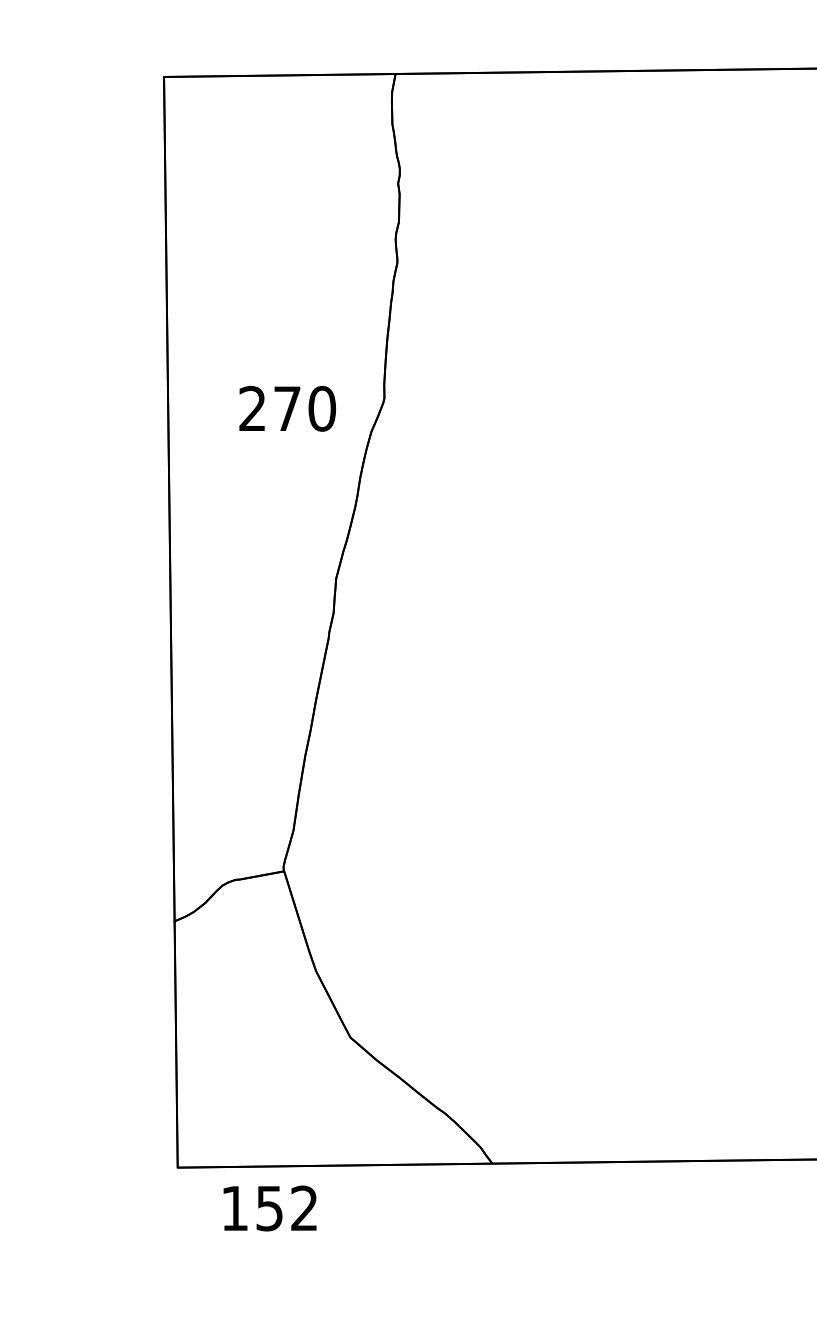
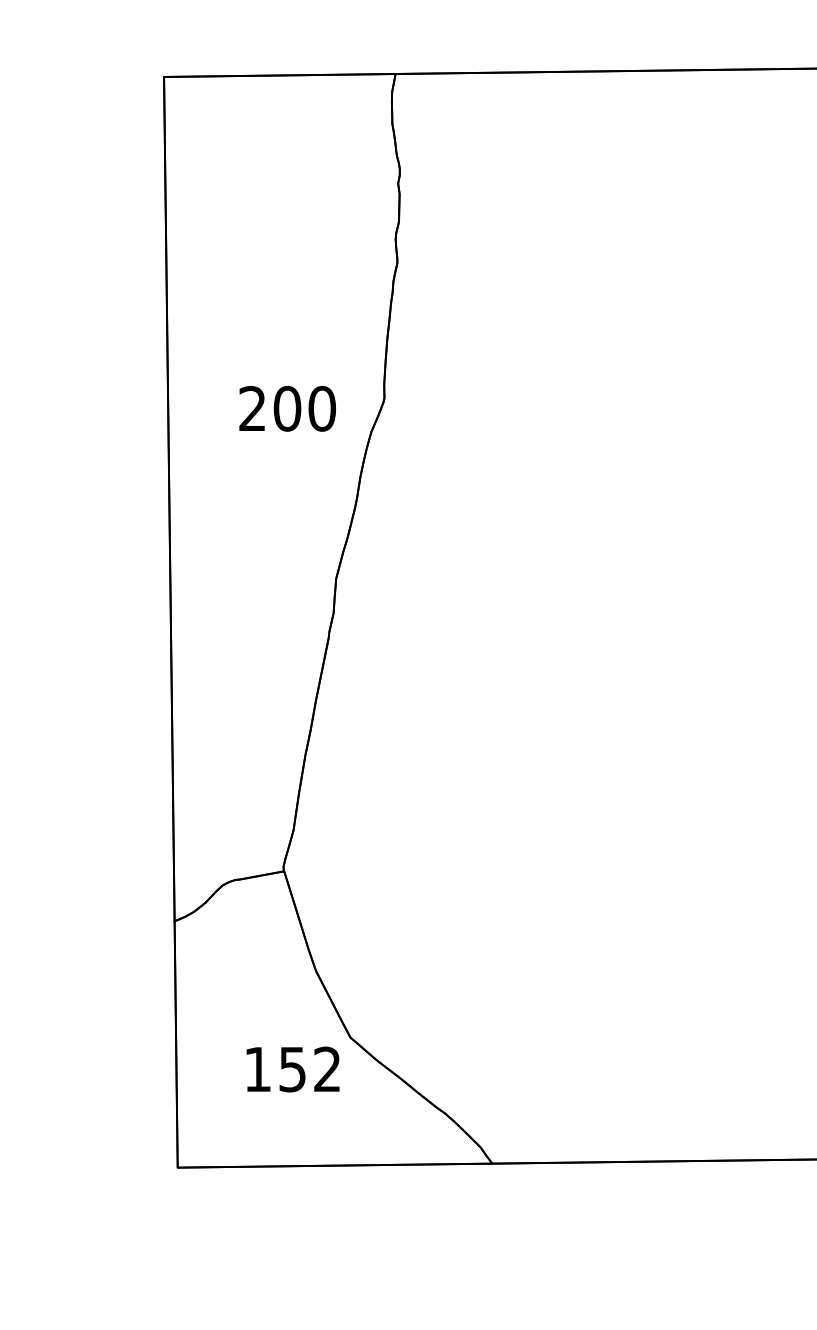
text at (287, 408): 270 -> 200
text at (269, 1208) position: (269, 1208) -> (292, 1069)
